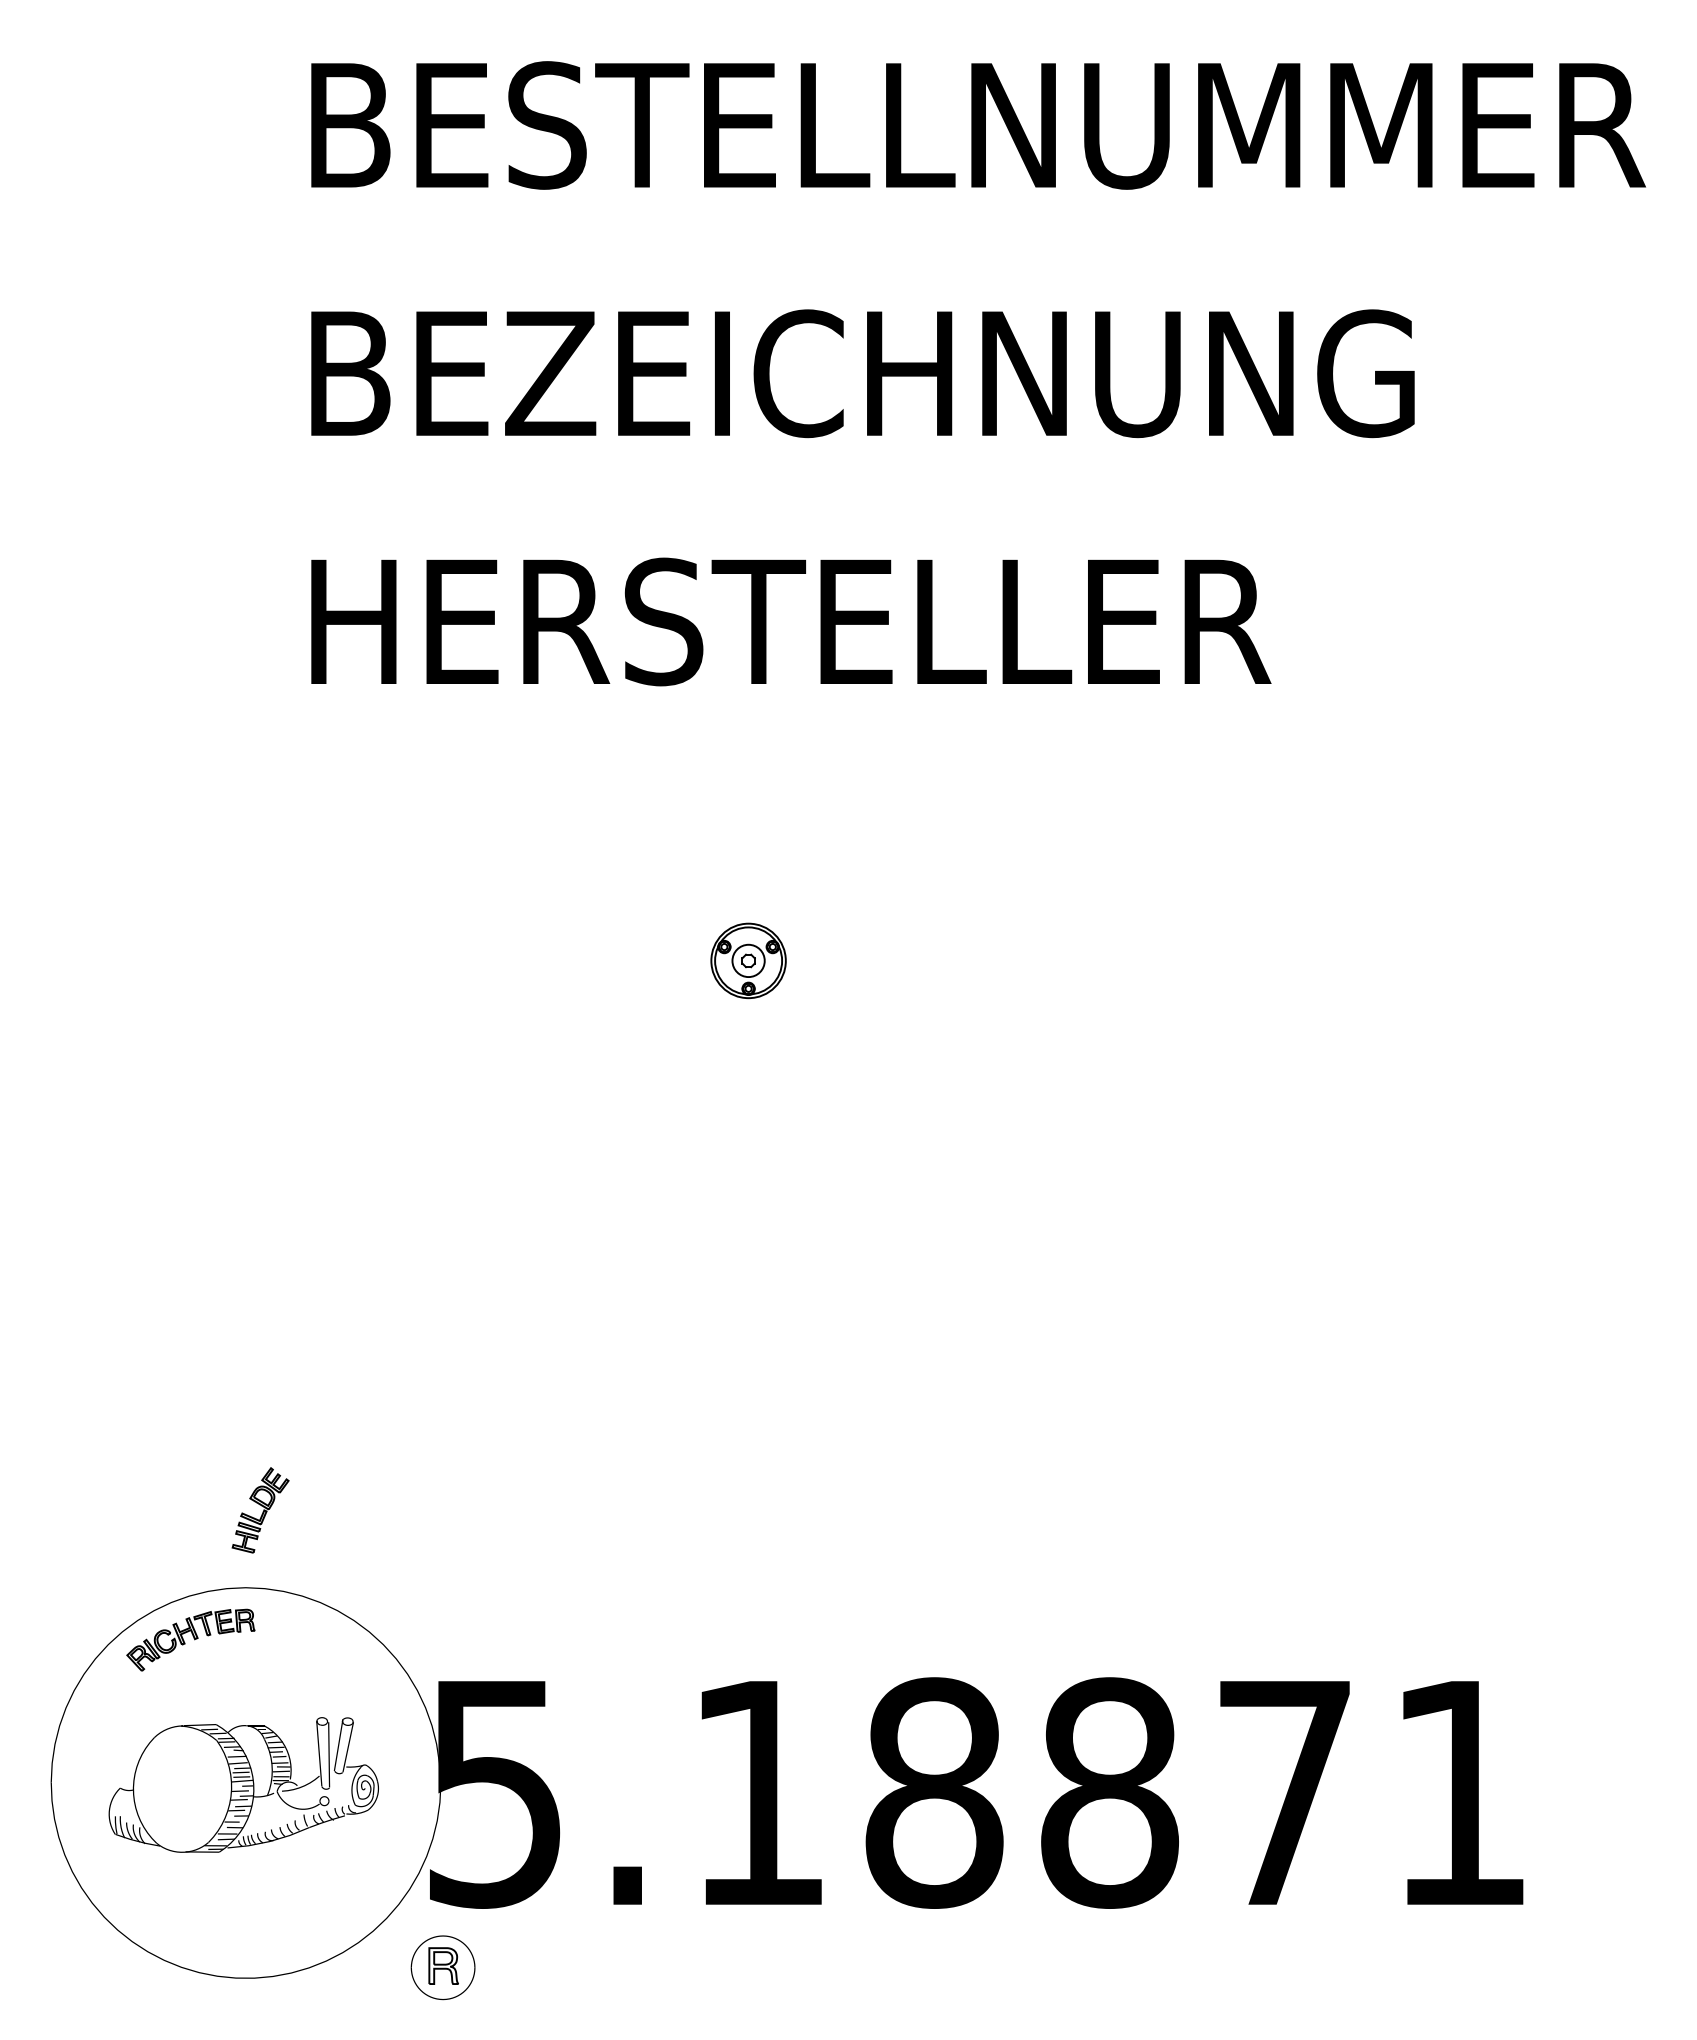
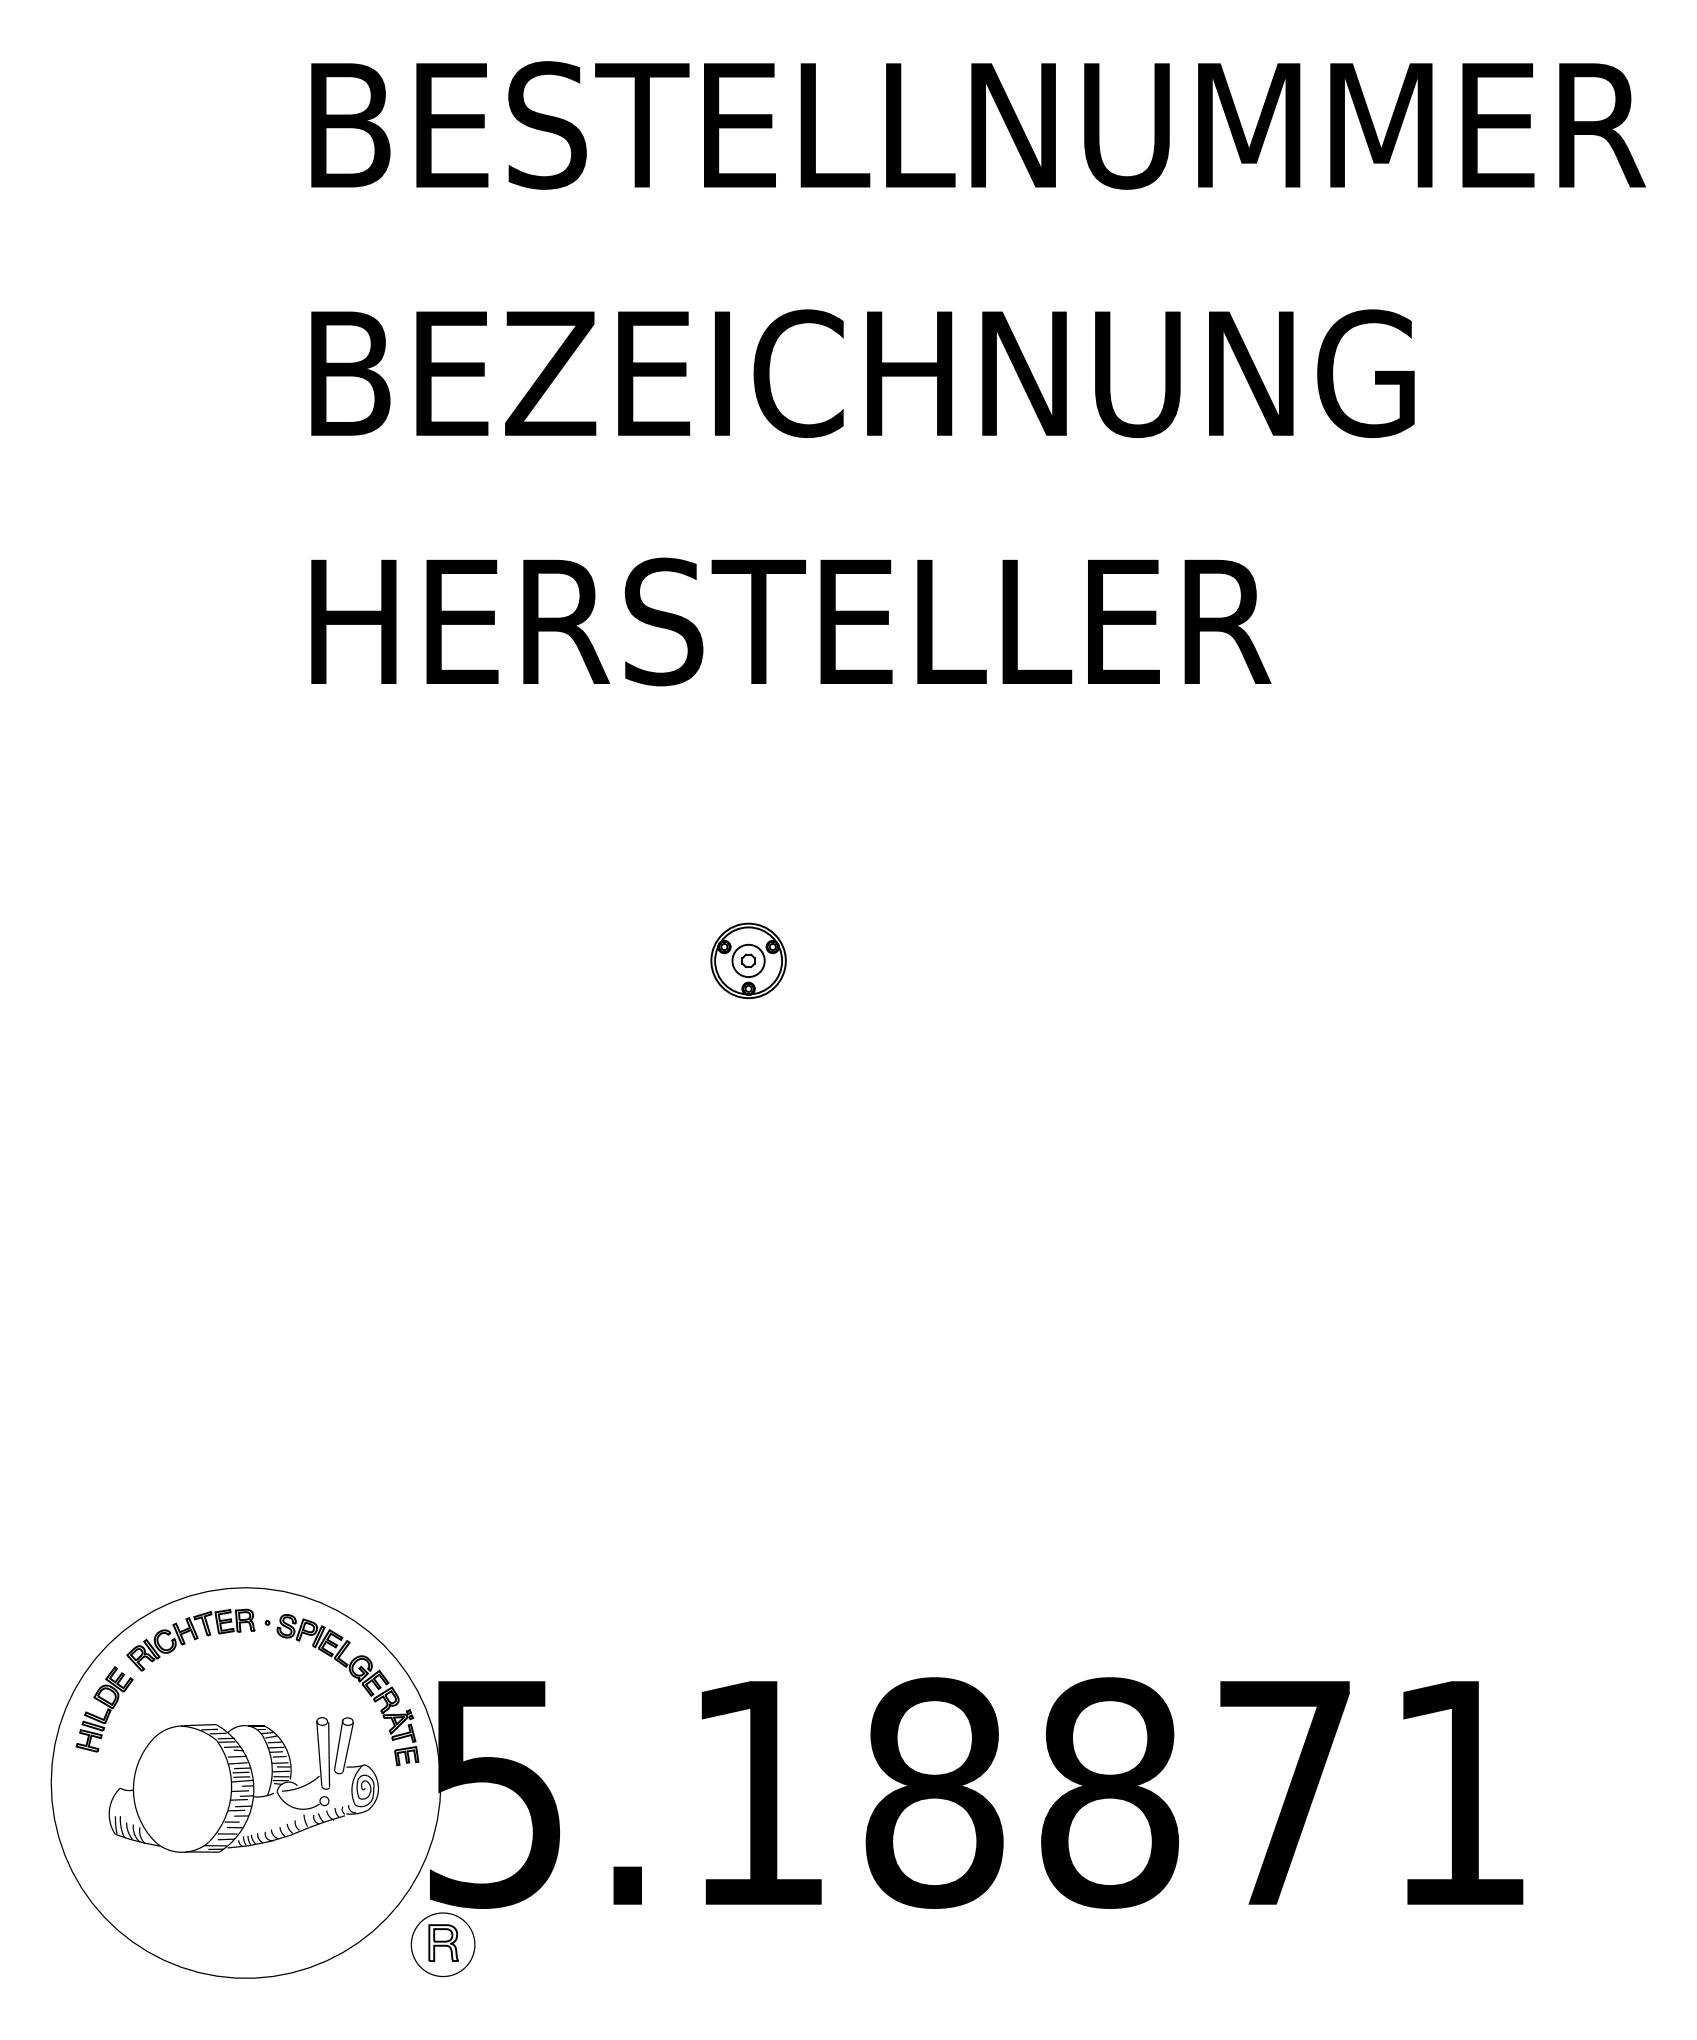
part at (260, 1510) position: (260, 1510) -> (104, 1709)
part at (352, 1676): none -> present
part at (442, 1967) position: (442, 1967) -> (442, 1944)
